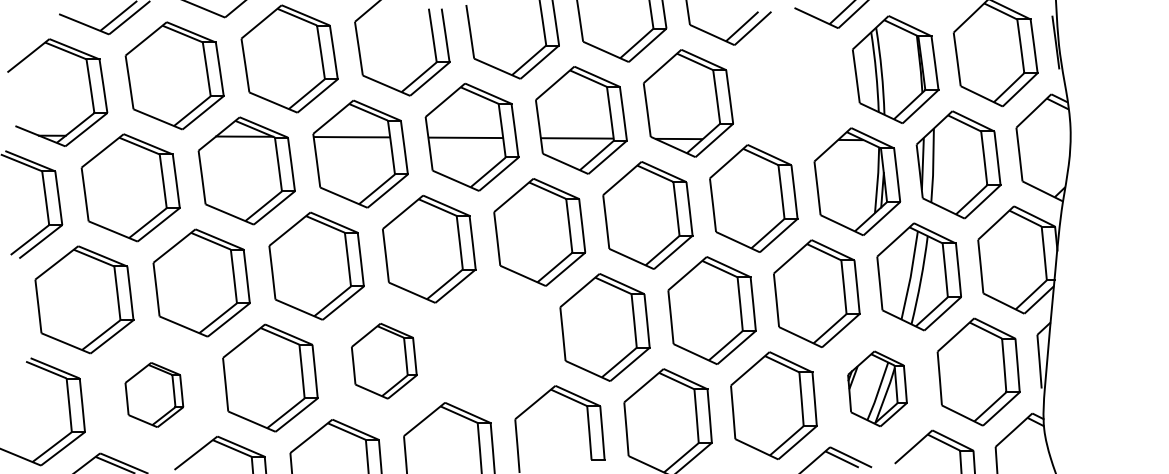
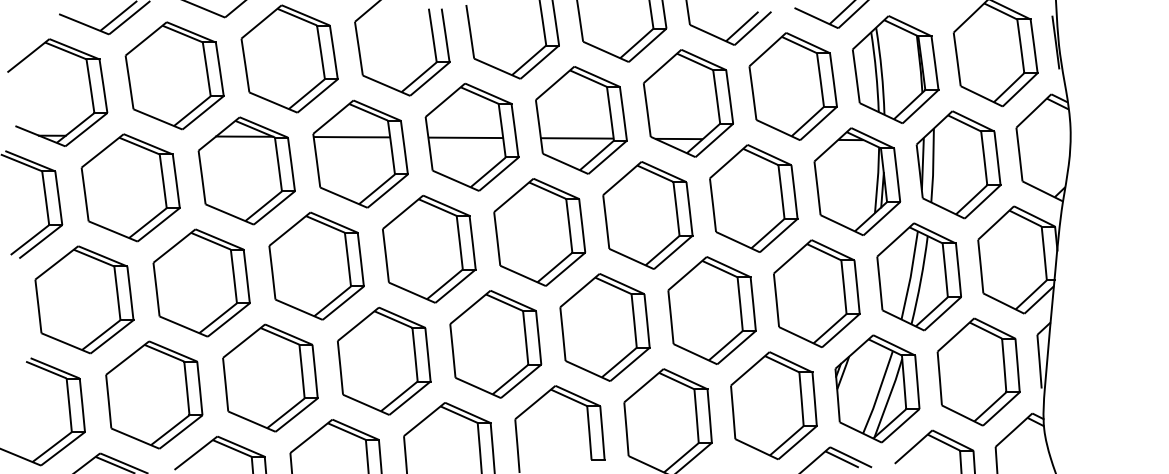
part at (792, 86): none -> present
part at (495, 344): none -> present
part at (384, 361) size: 67x77 px -> 95x110 px
part at (877, 388) size: 61x78 px -> 87x110 px
part at (154, 394) size: 61x66 px -> 99x110 px
